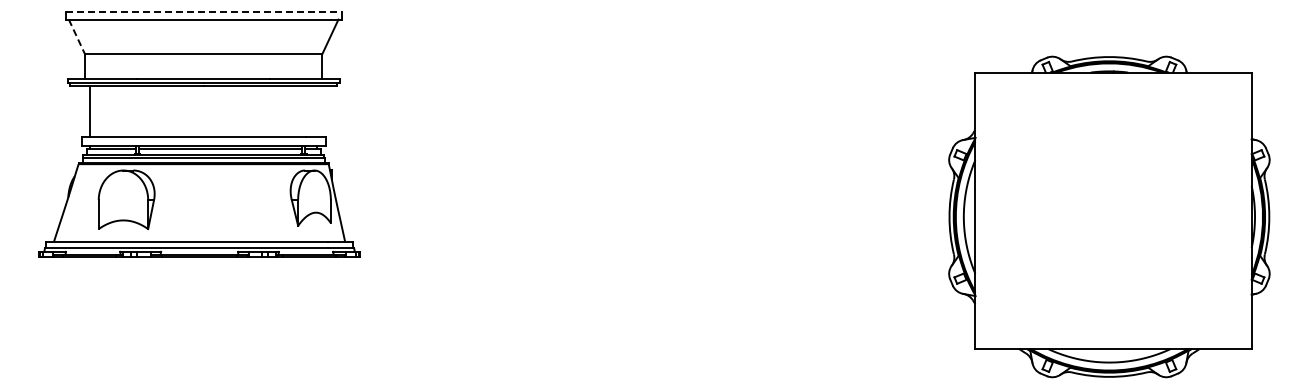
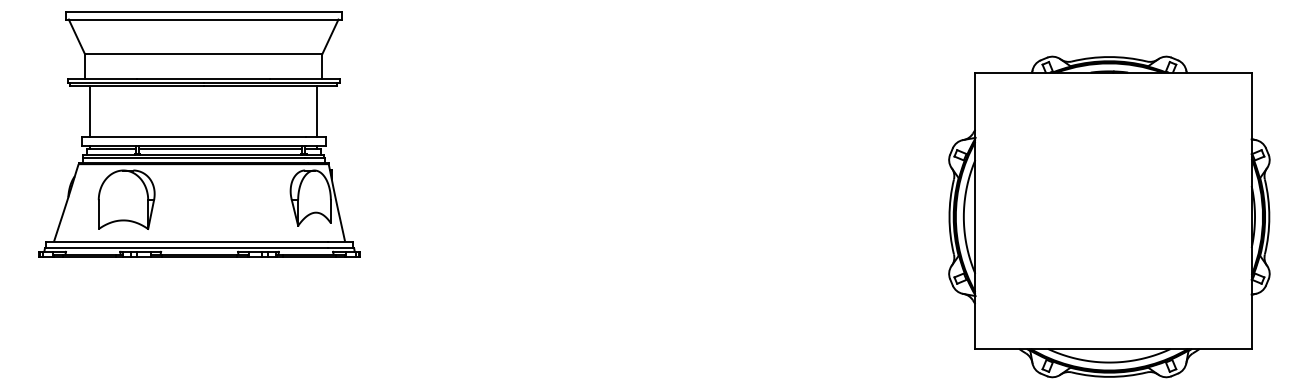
line at (204, 11): dashed -> solid
line at (77, 37): dashed -> solid
line at (317, 111): none -> present
